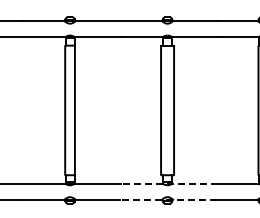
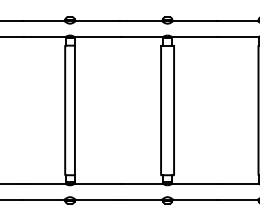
line at (169, 183): dashed -> solid
line at (168, 199): dashed -> solid
